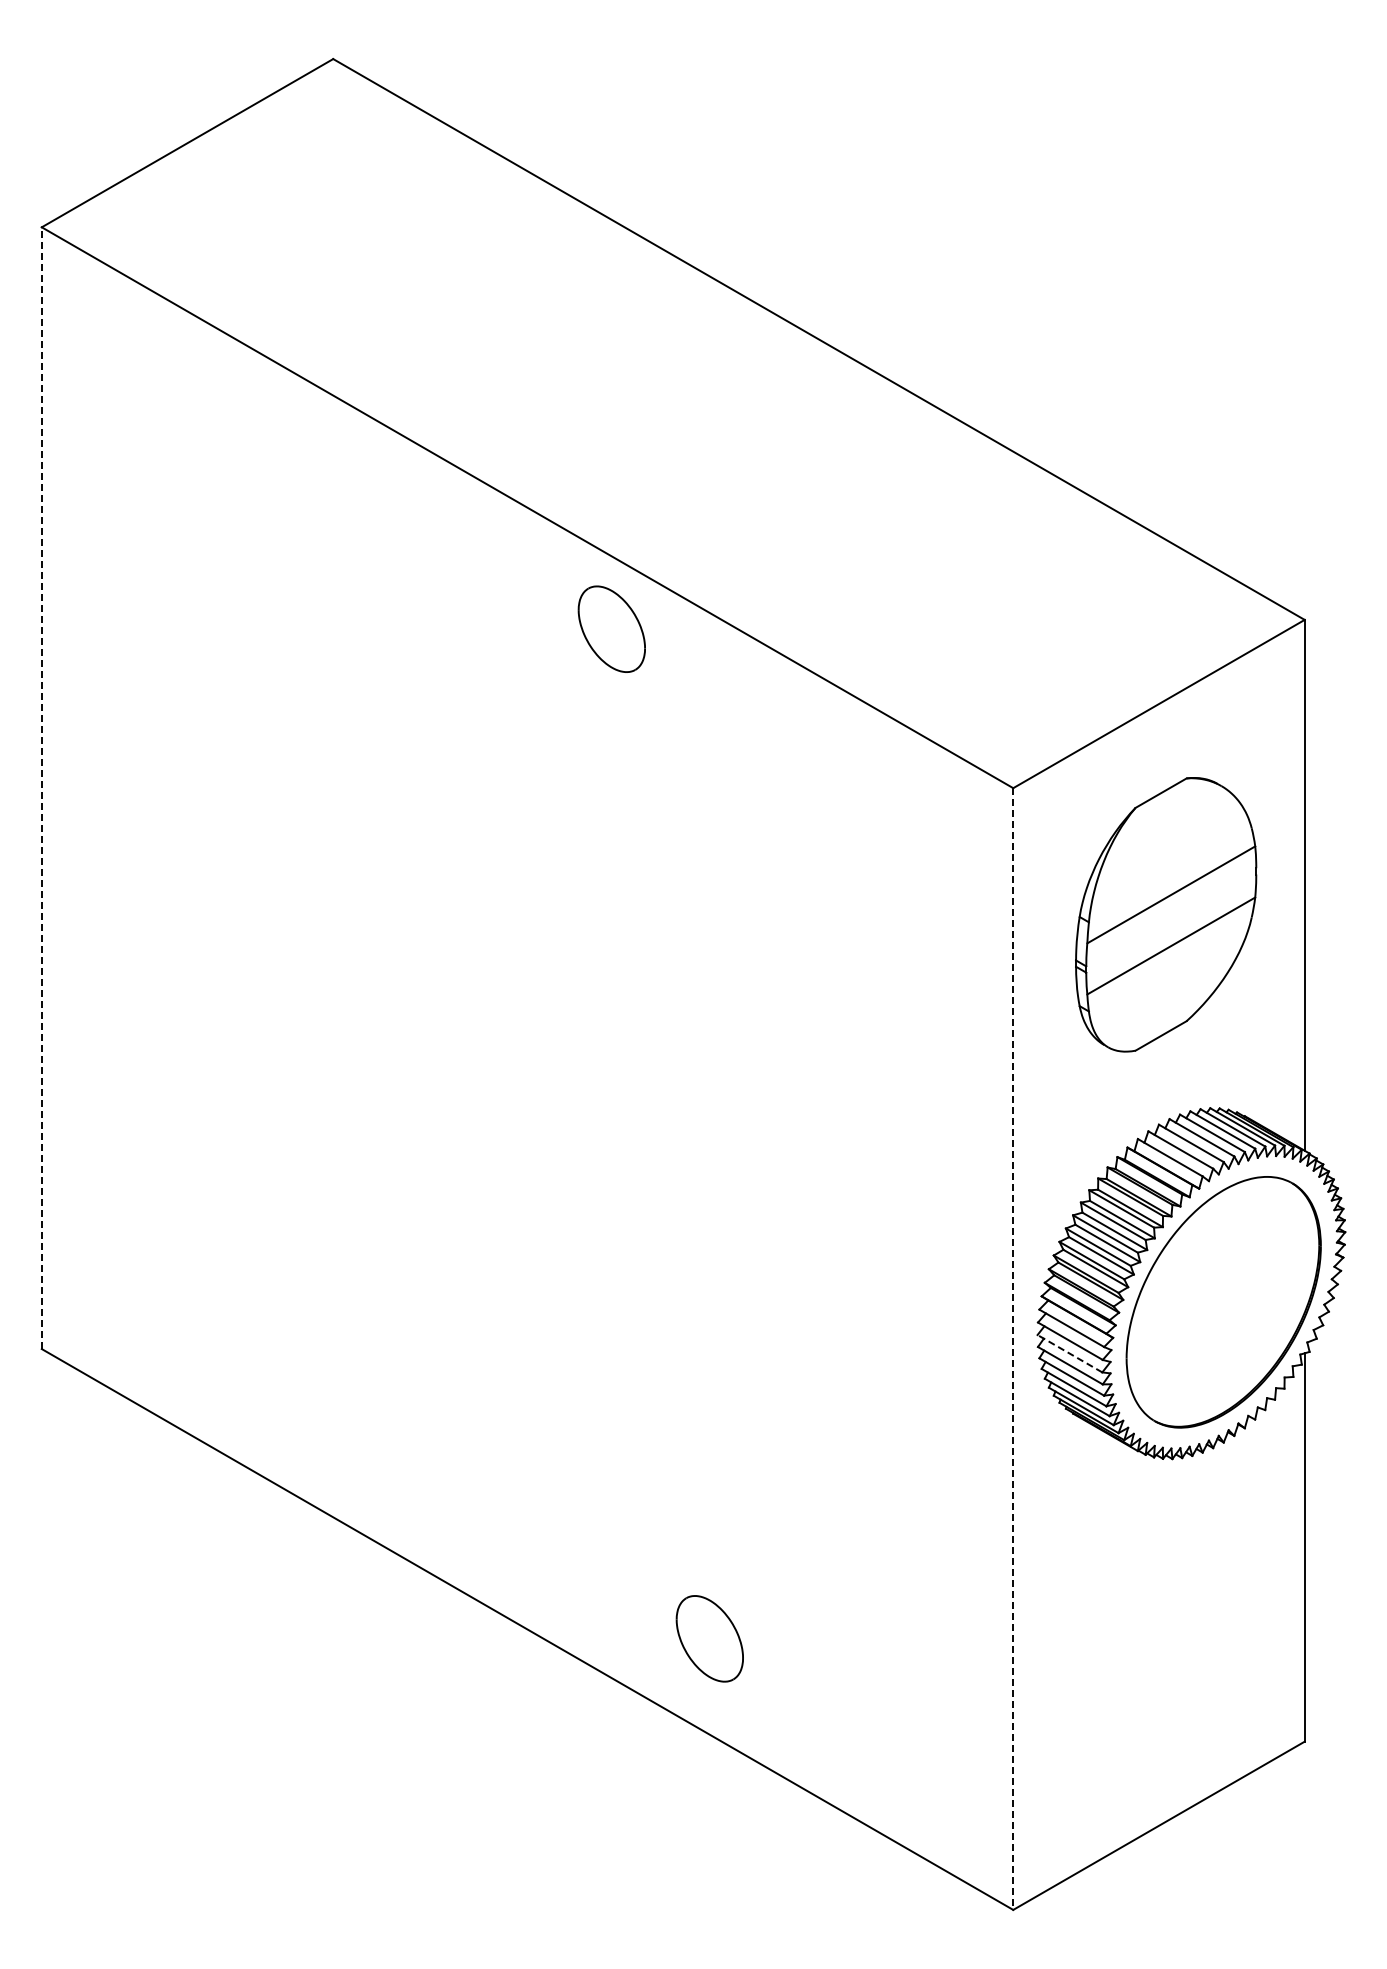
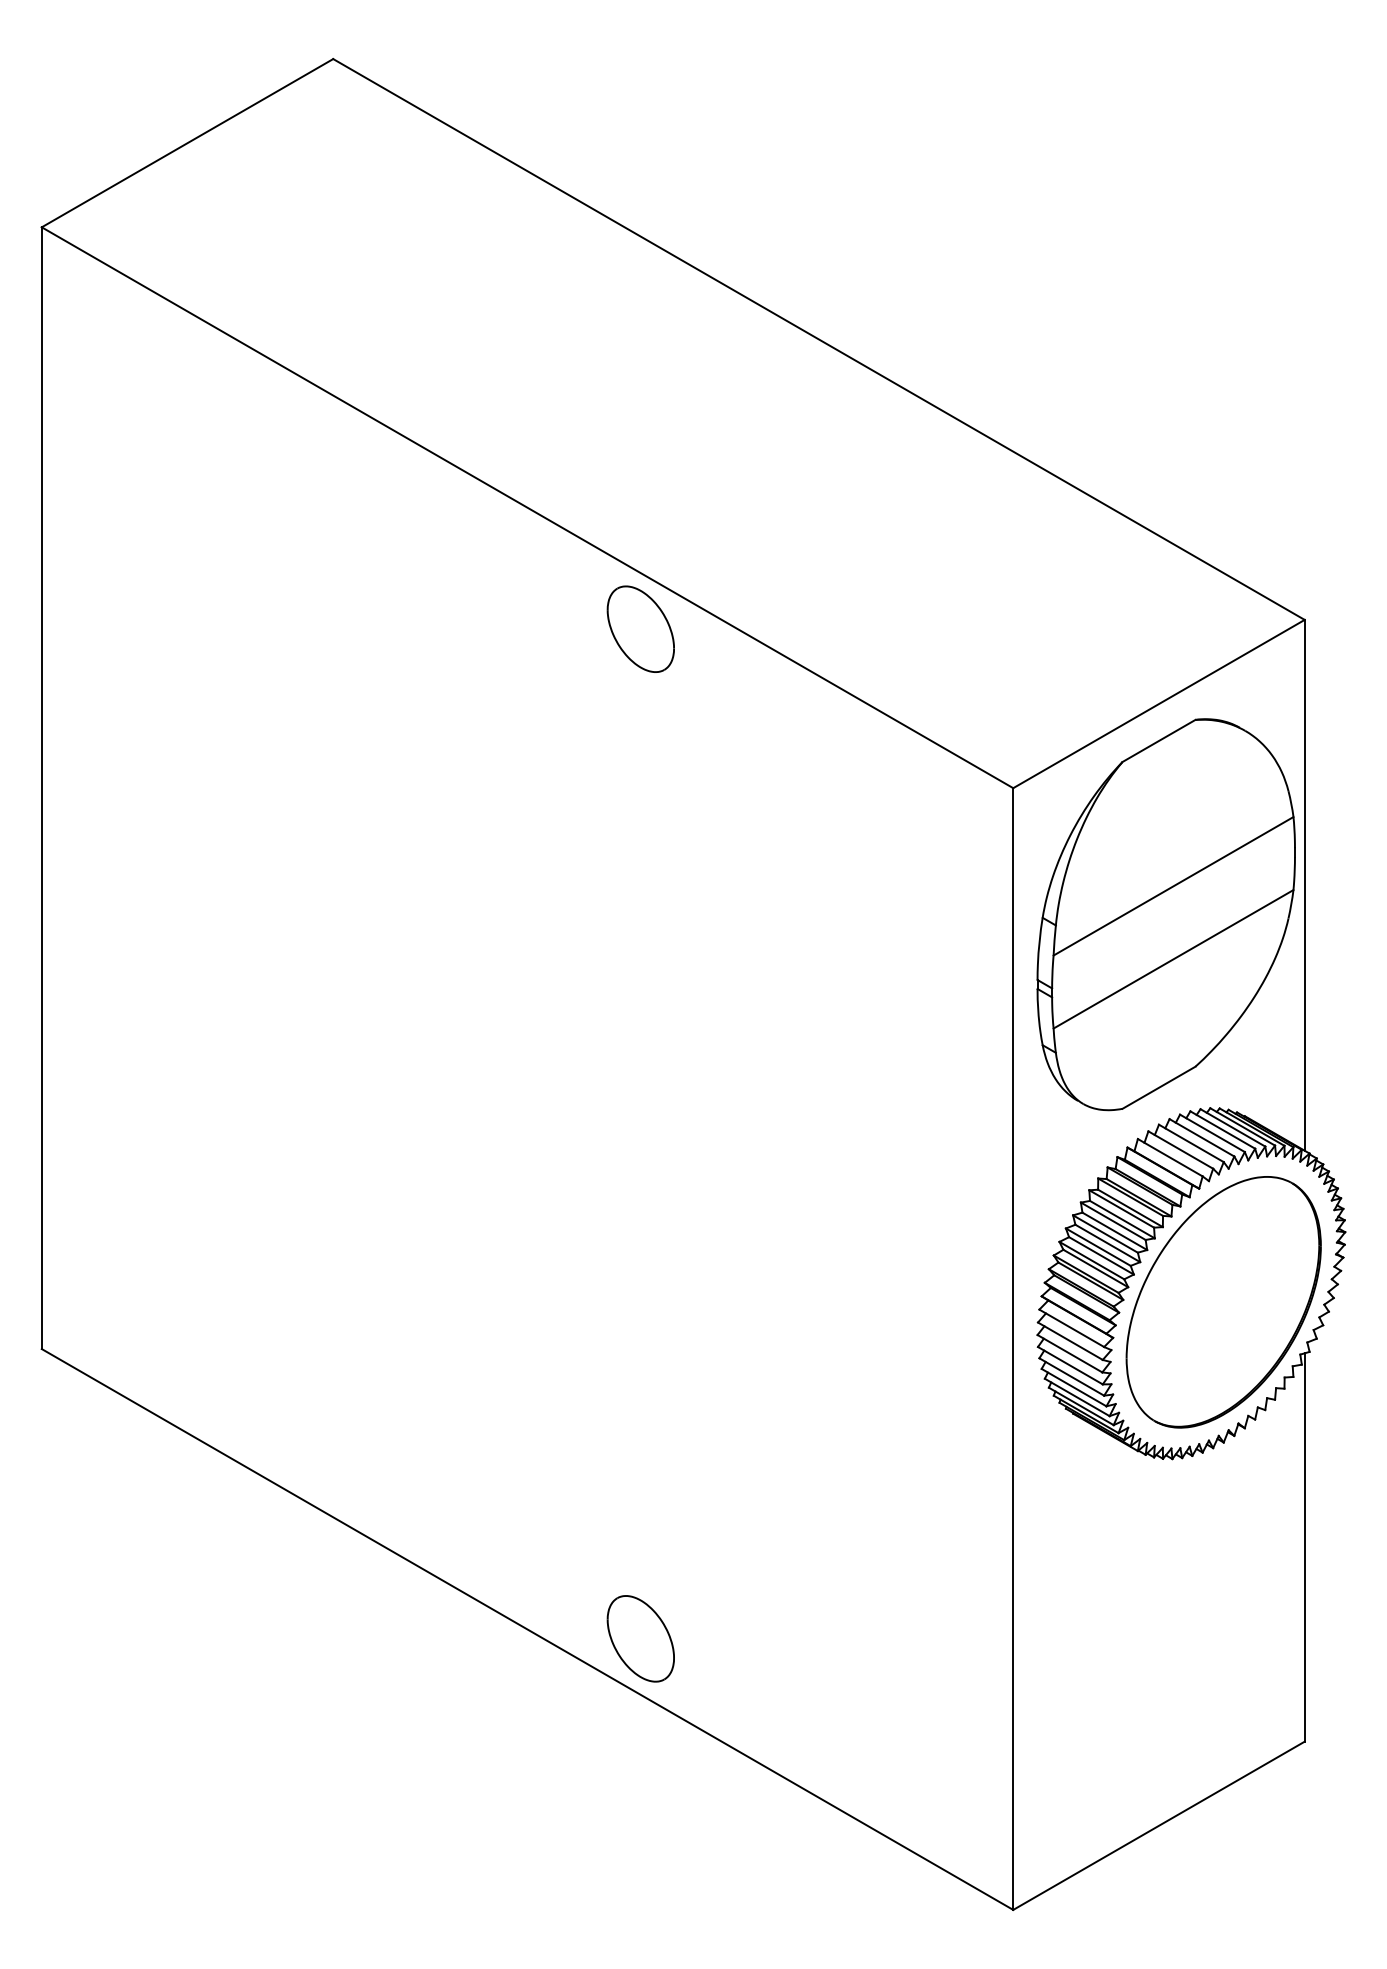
part at (611, 628) position: (611, 628) -> (640, 628)
line at (41, 788): dashed -> solid
part at (1166, 914) size: 183x276 px -> 260x394 px
line at (1013, 1349): dashed -> solid
line at (1069, 1353): dashed -> solid
part at (709, 1638) position: (709, 1638) -> (640, 1638)
